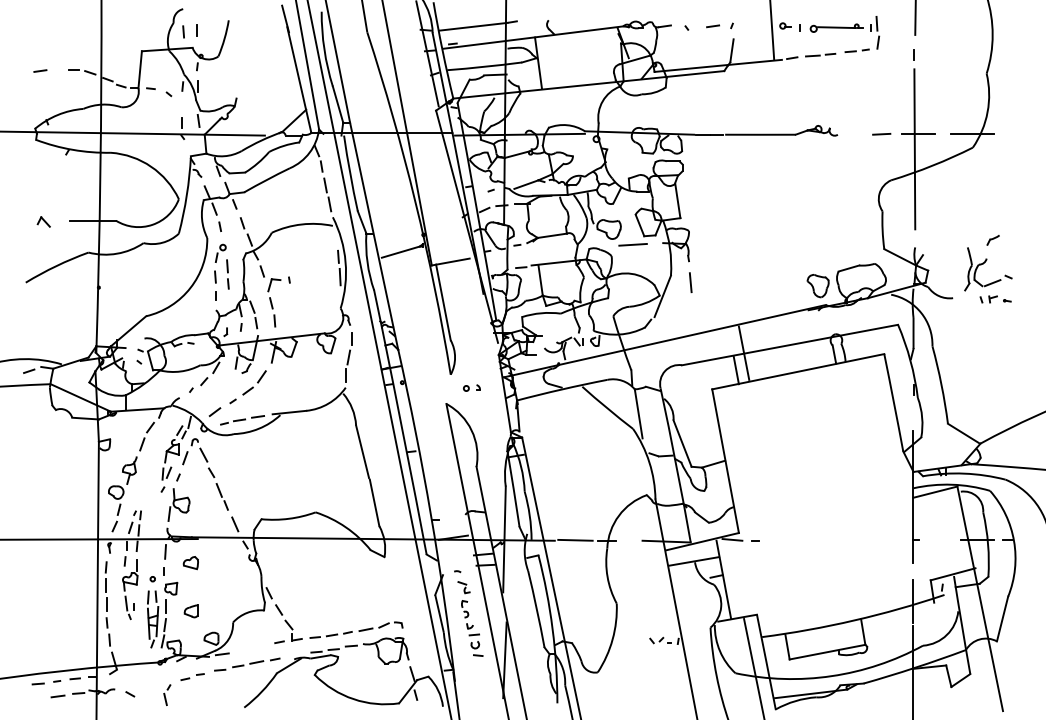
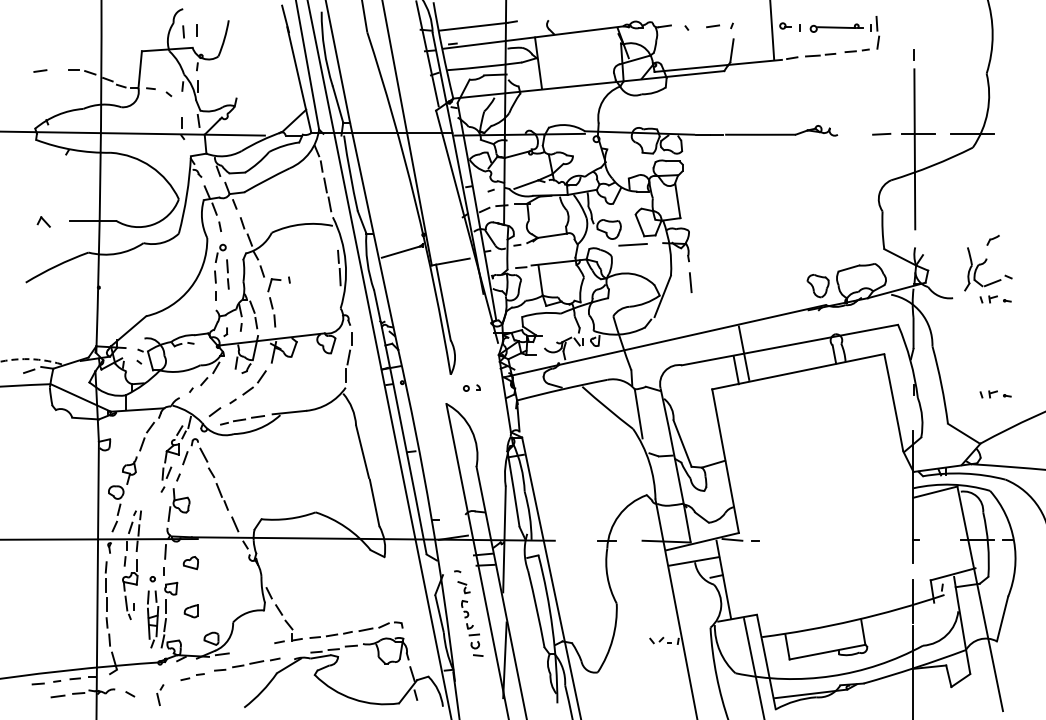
line at (915, 18): present -> none
arc at (31, 359): solid -> dashed
part at (995, 394): none -> present
line at (575, 539): present -> none
part at (167, 694) position: (167, 694) -> (160, 694)
